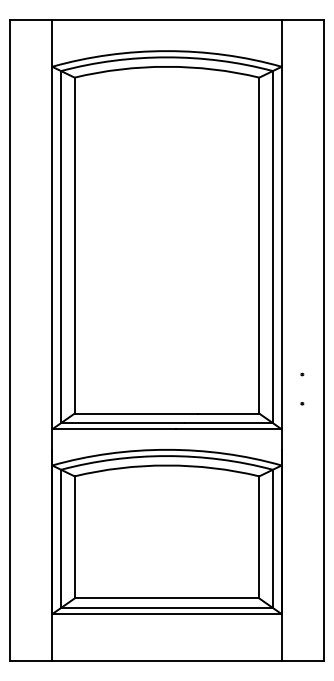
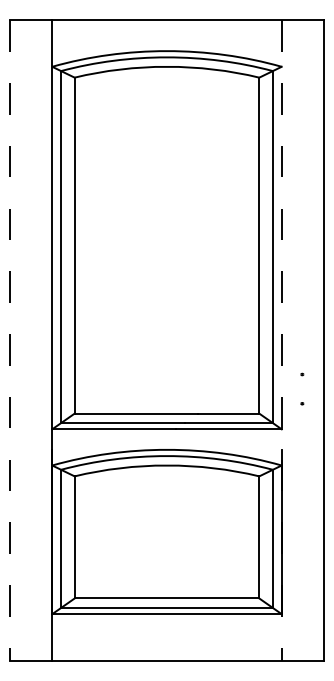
line at (10, 340): solid -> dashed
line at (281, 340): solid -> dashed
